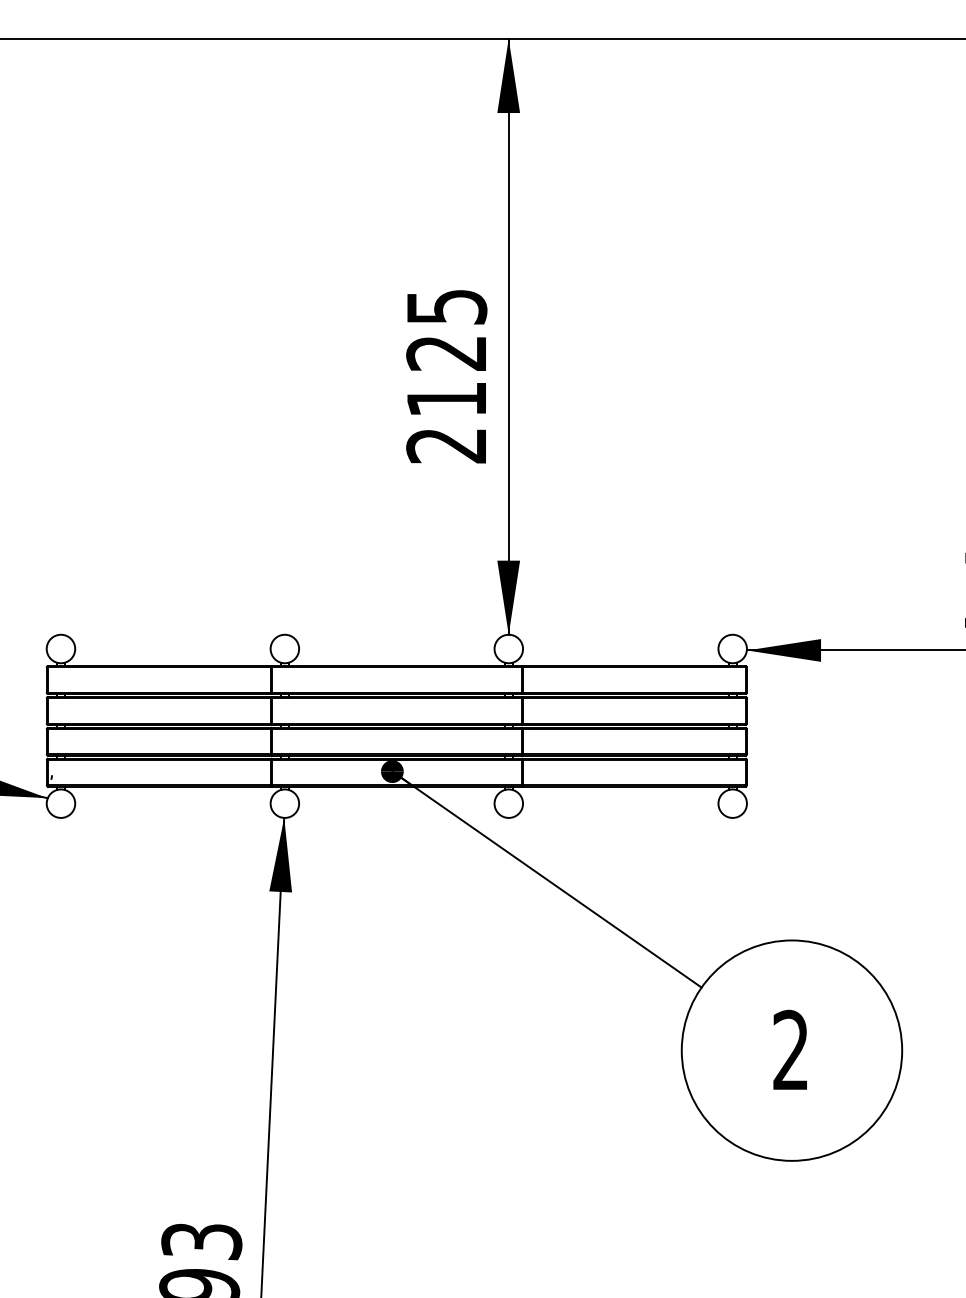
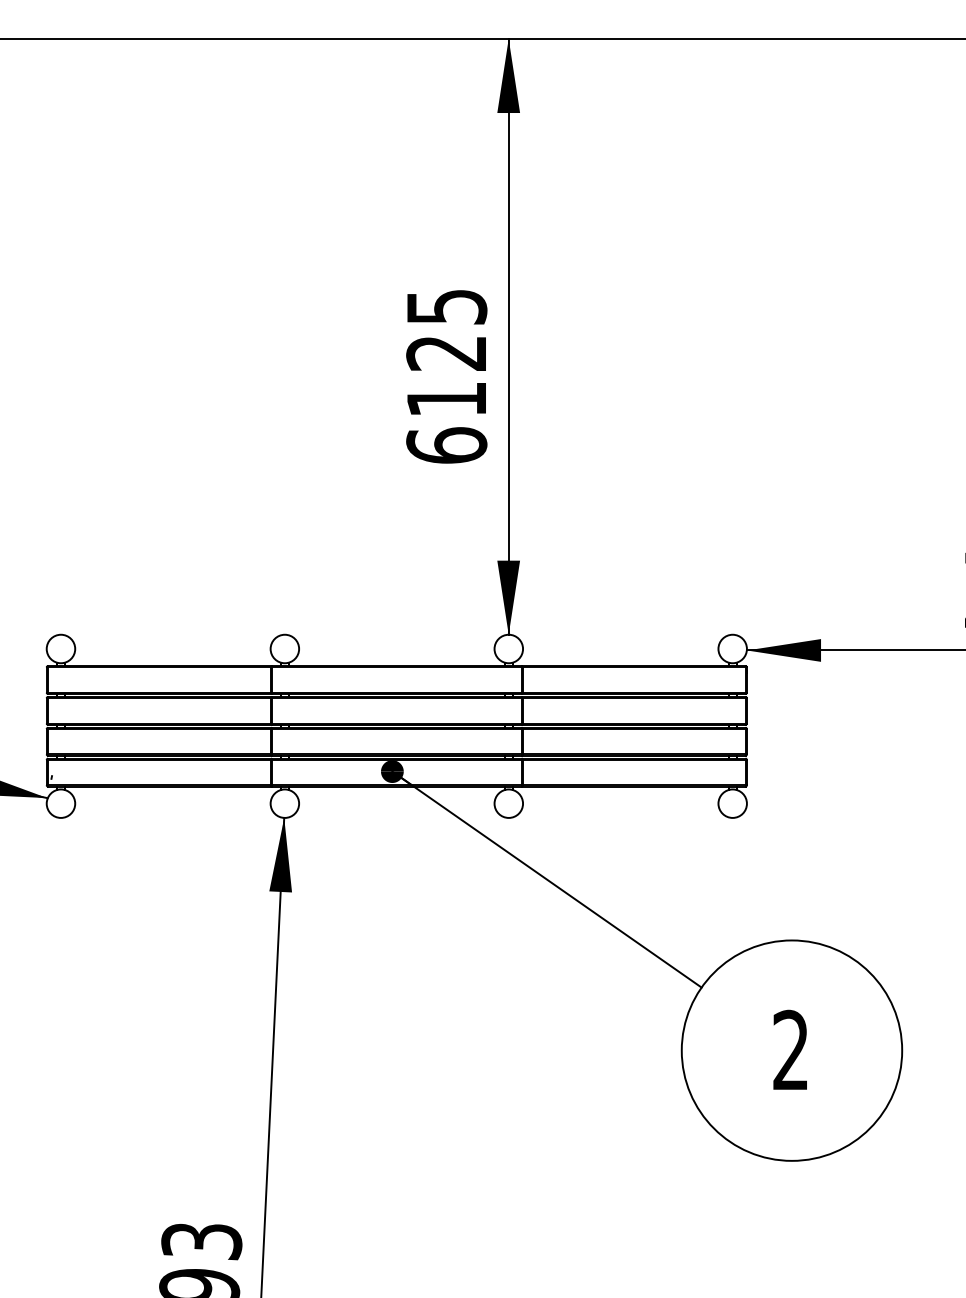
text at (446, 445): 2125 -> 6125
